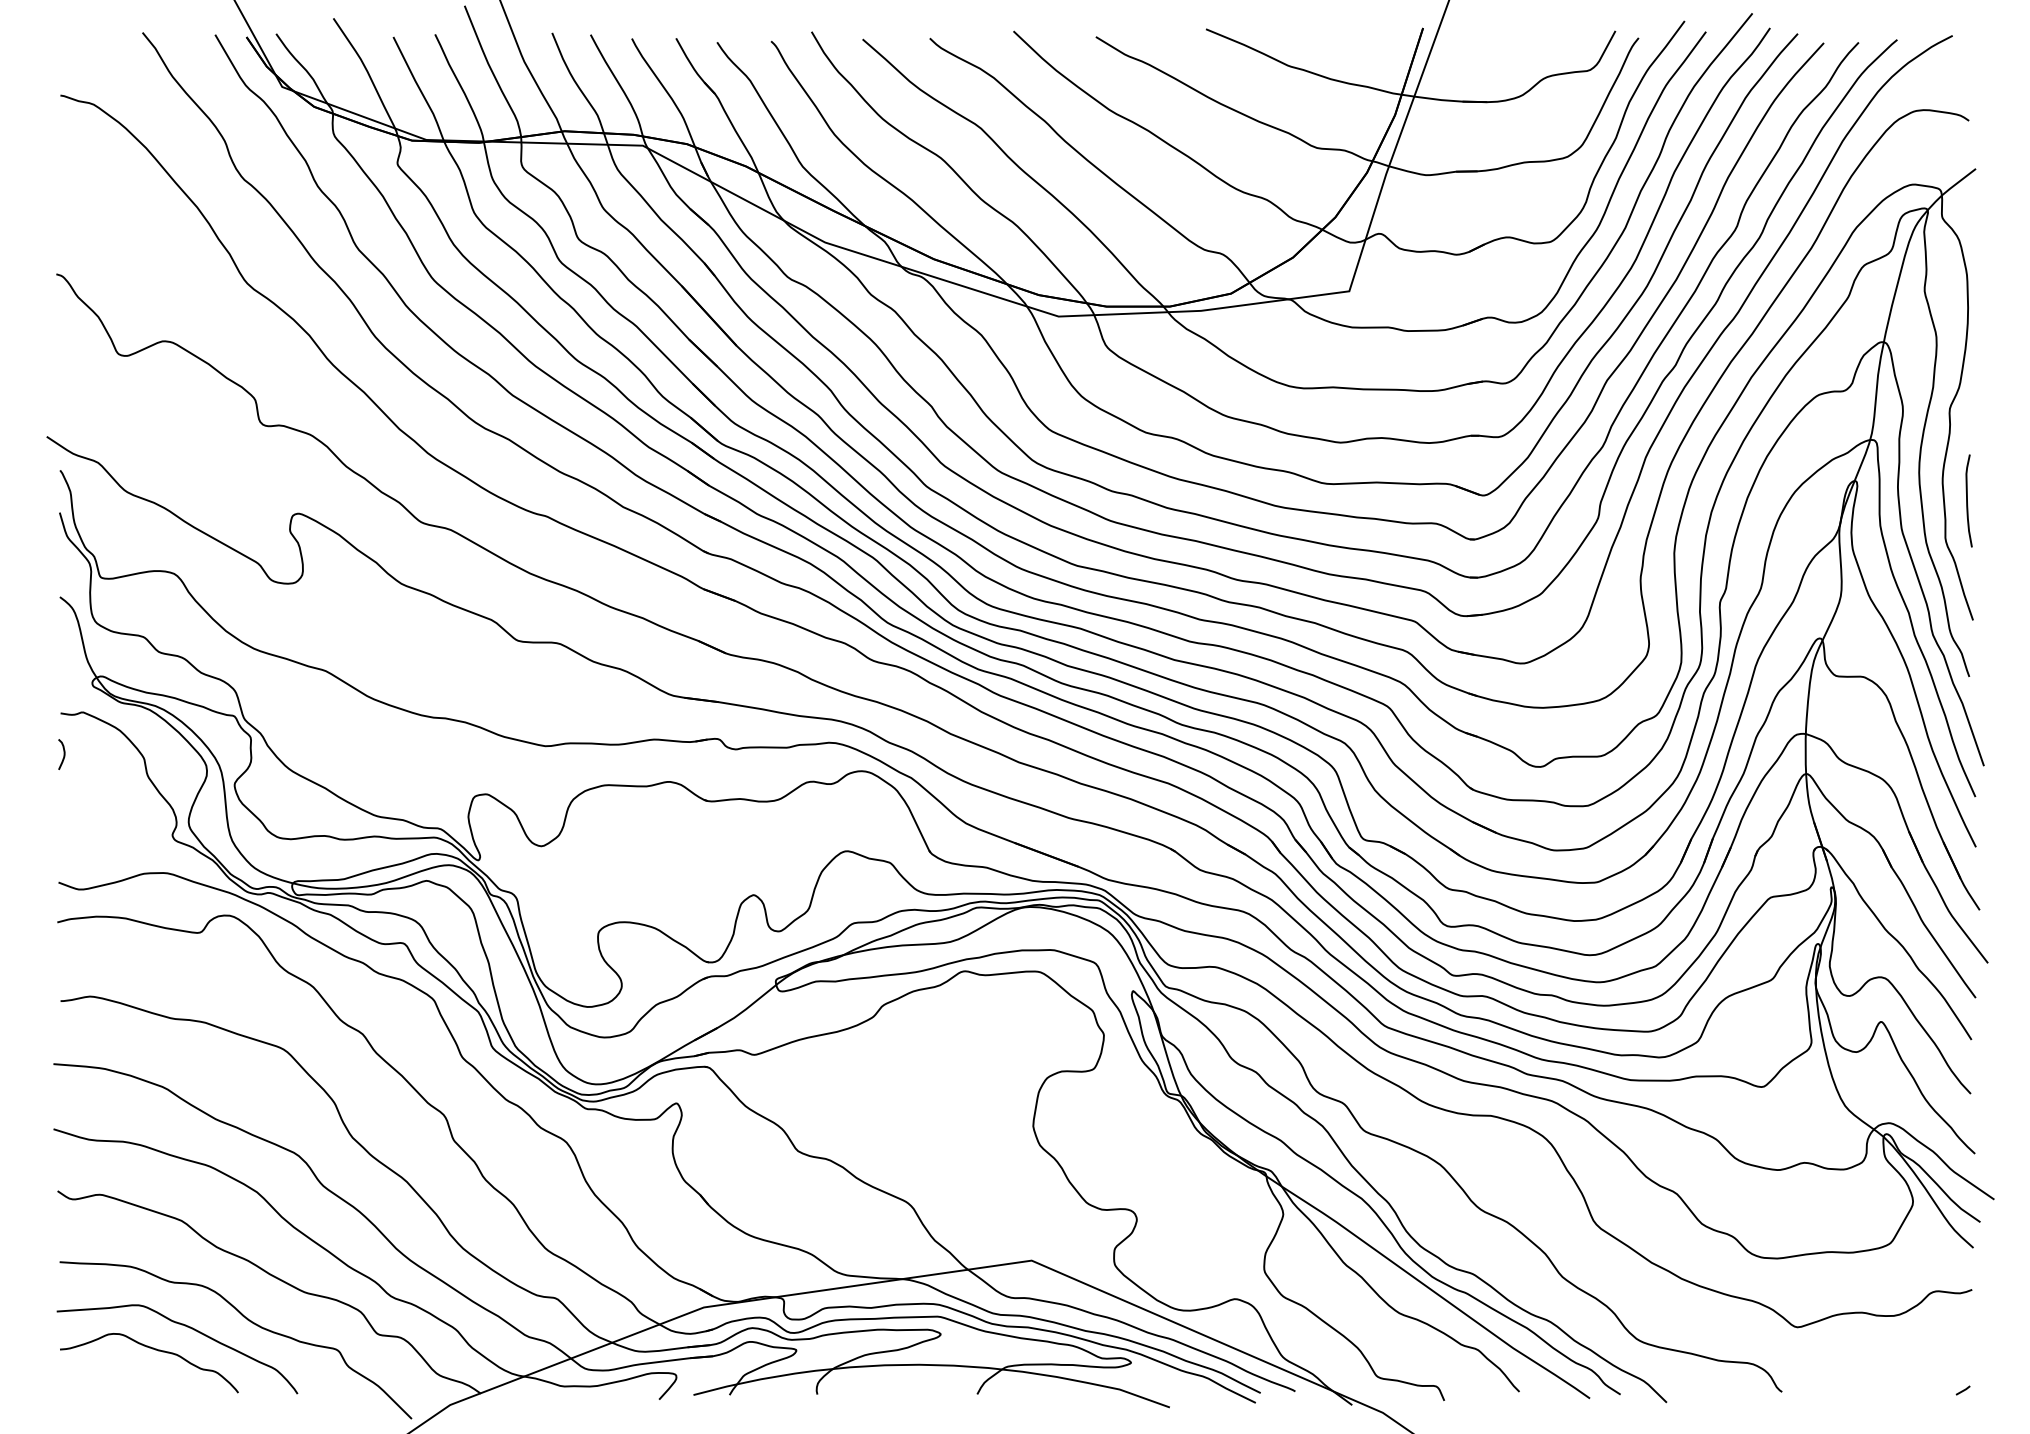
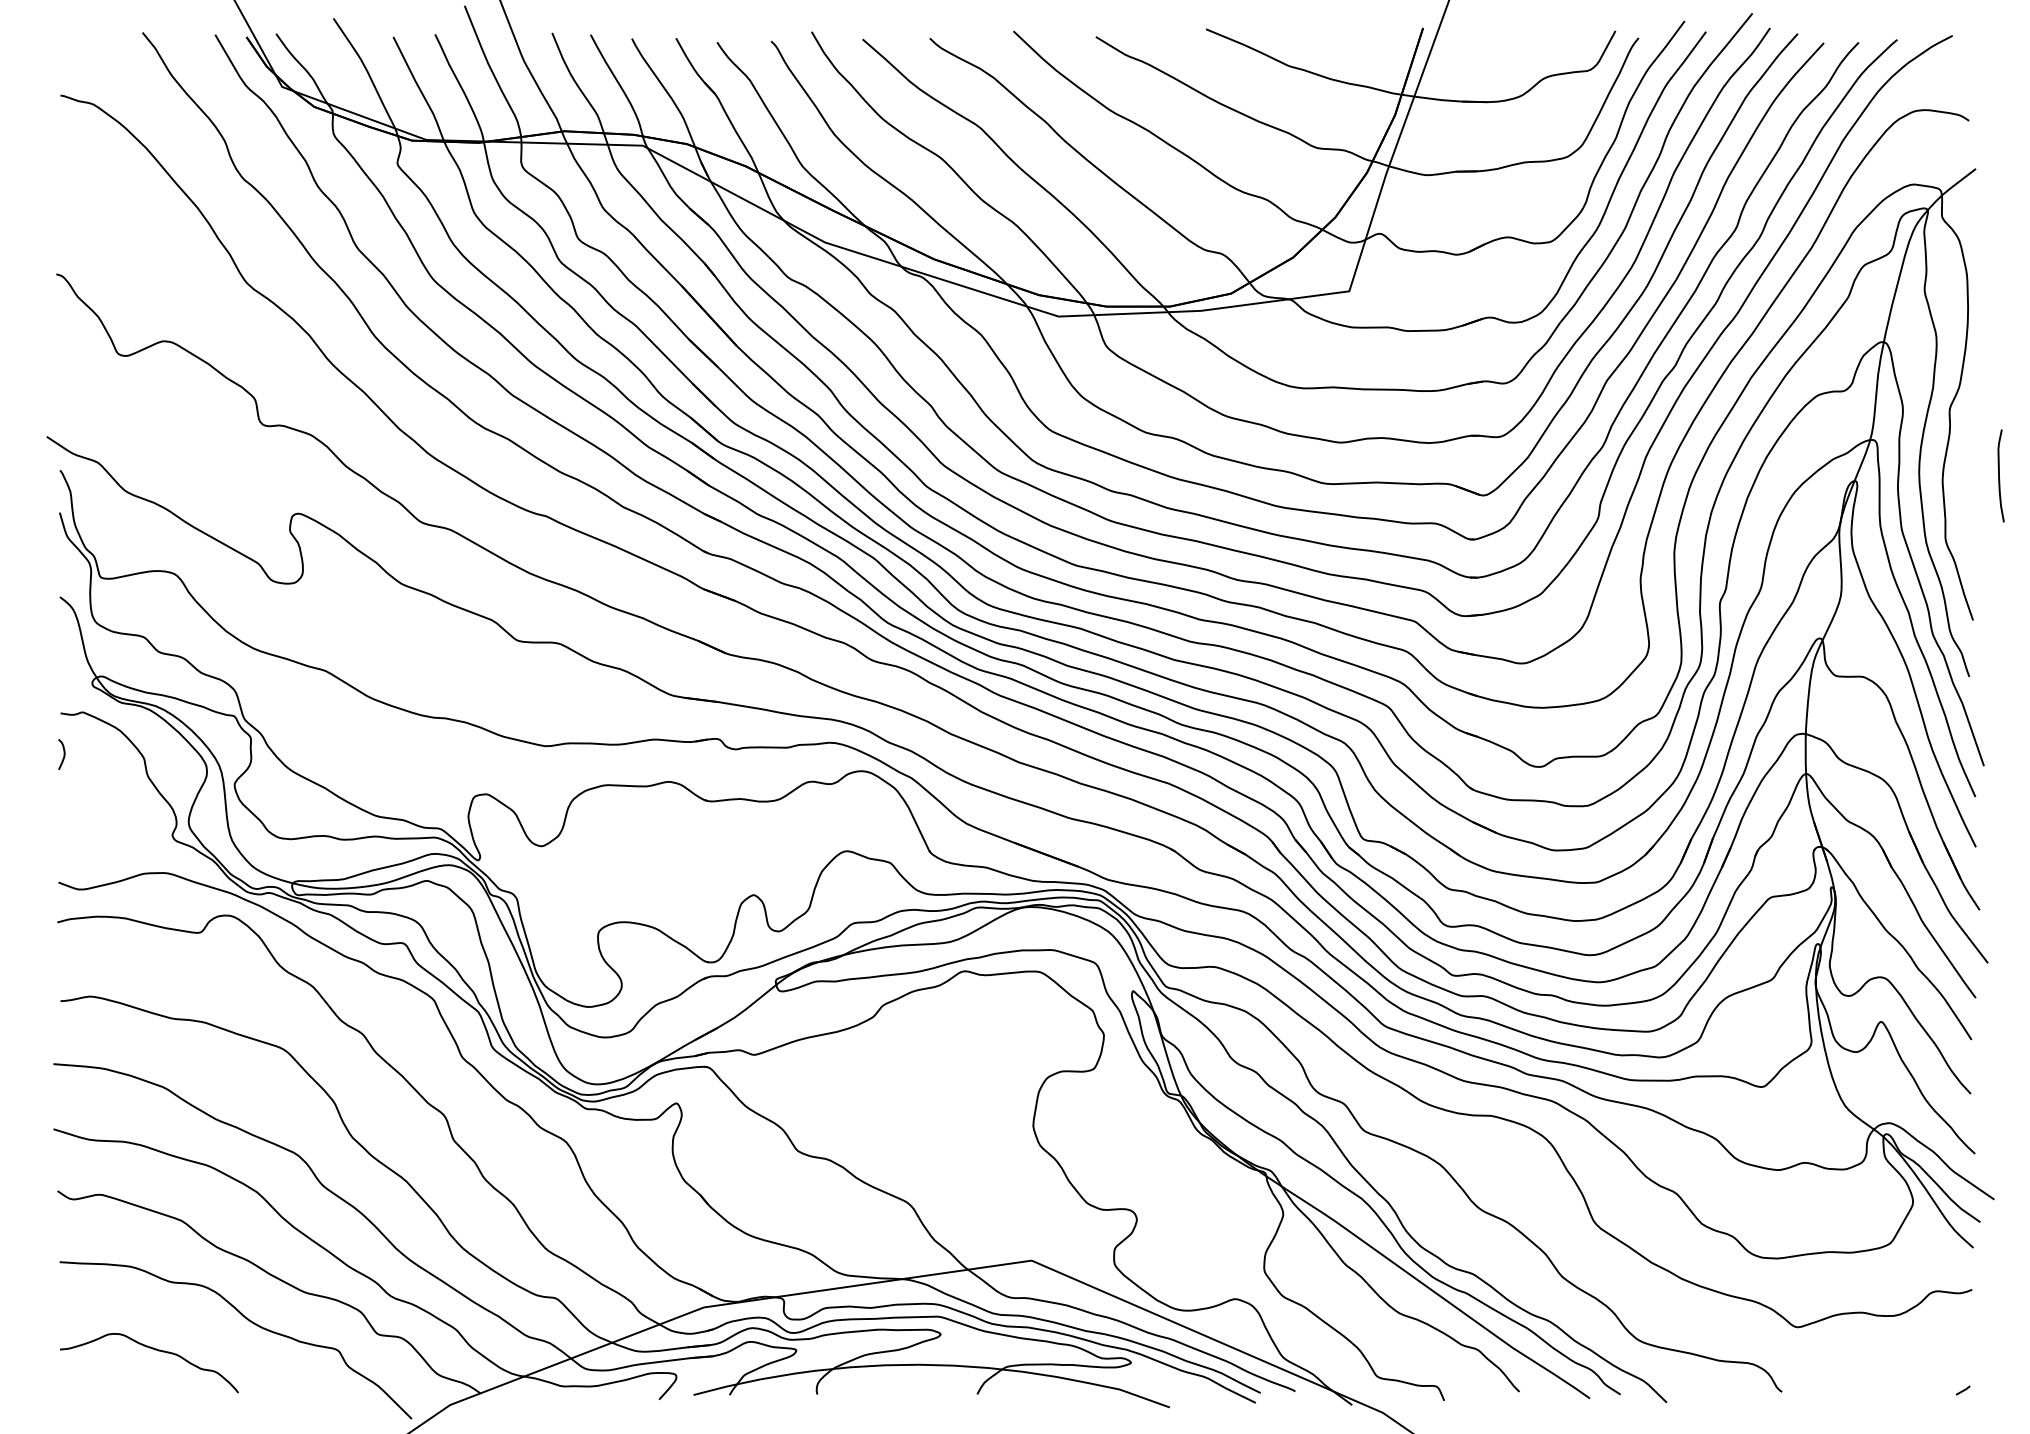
curve at (1967, 500) position: (1967, 500) -> (1999, 475)
curve at (184, 1326): present -> none
